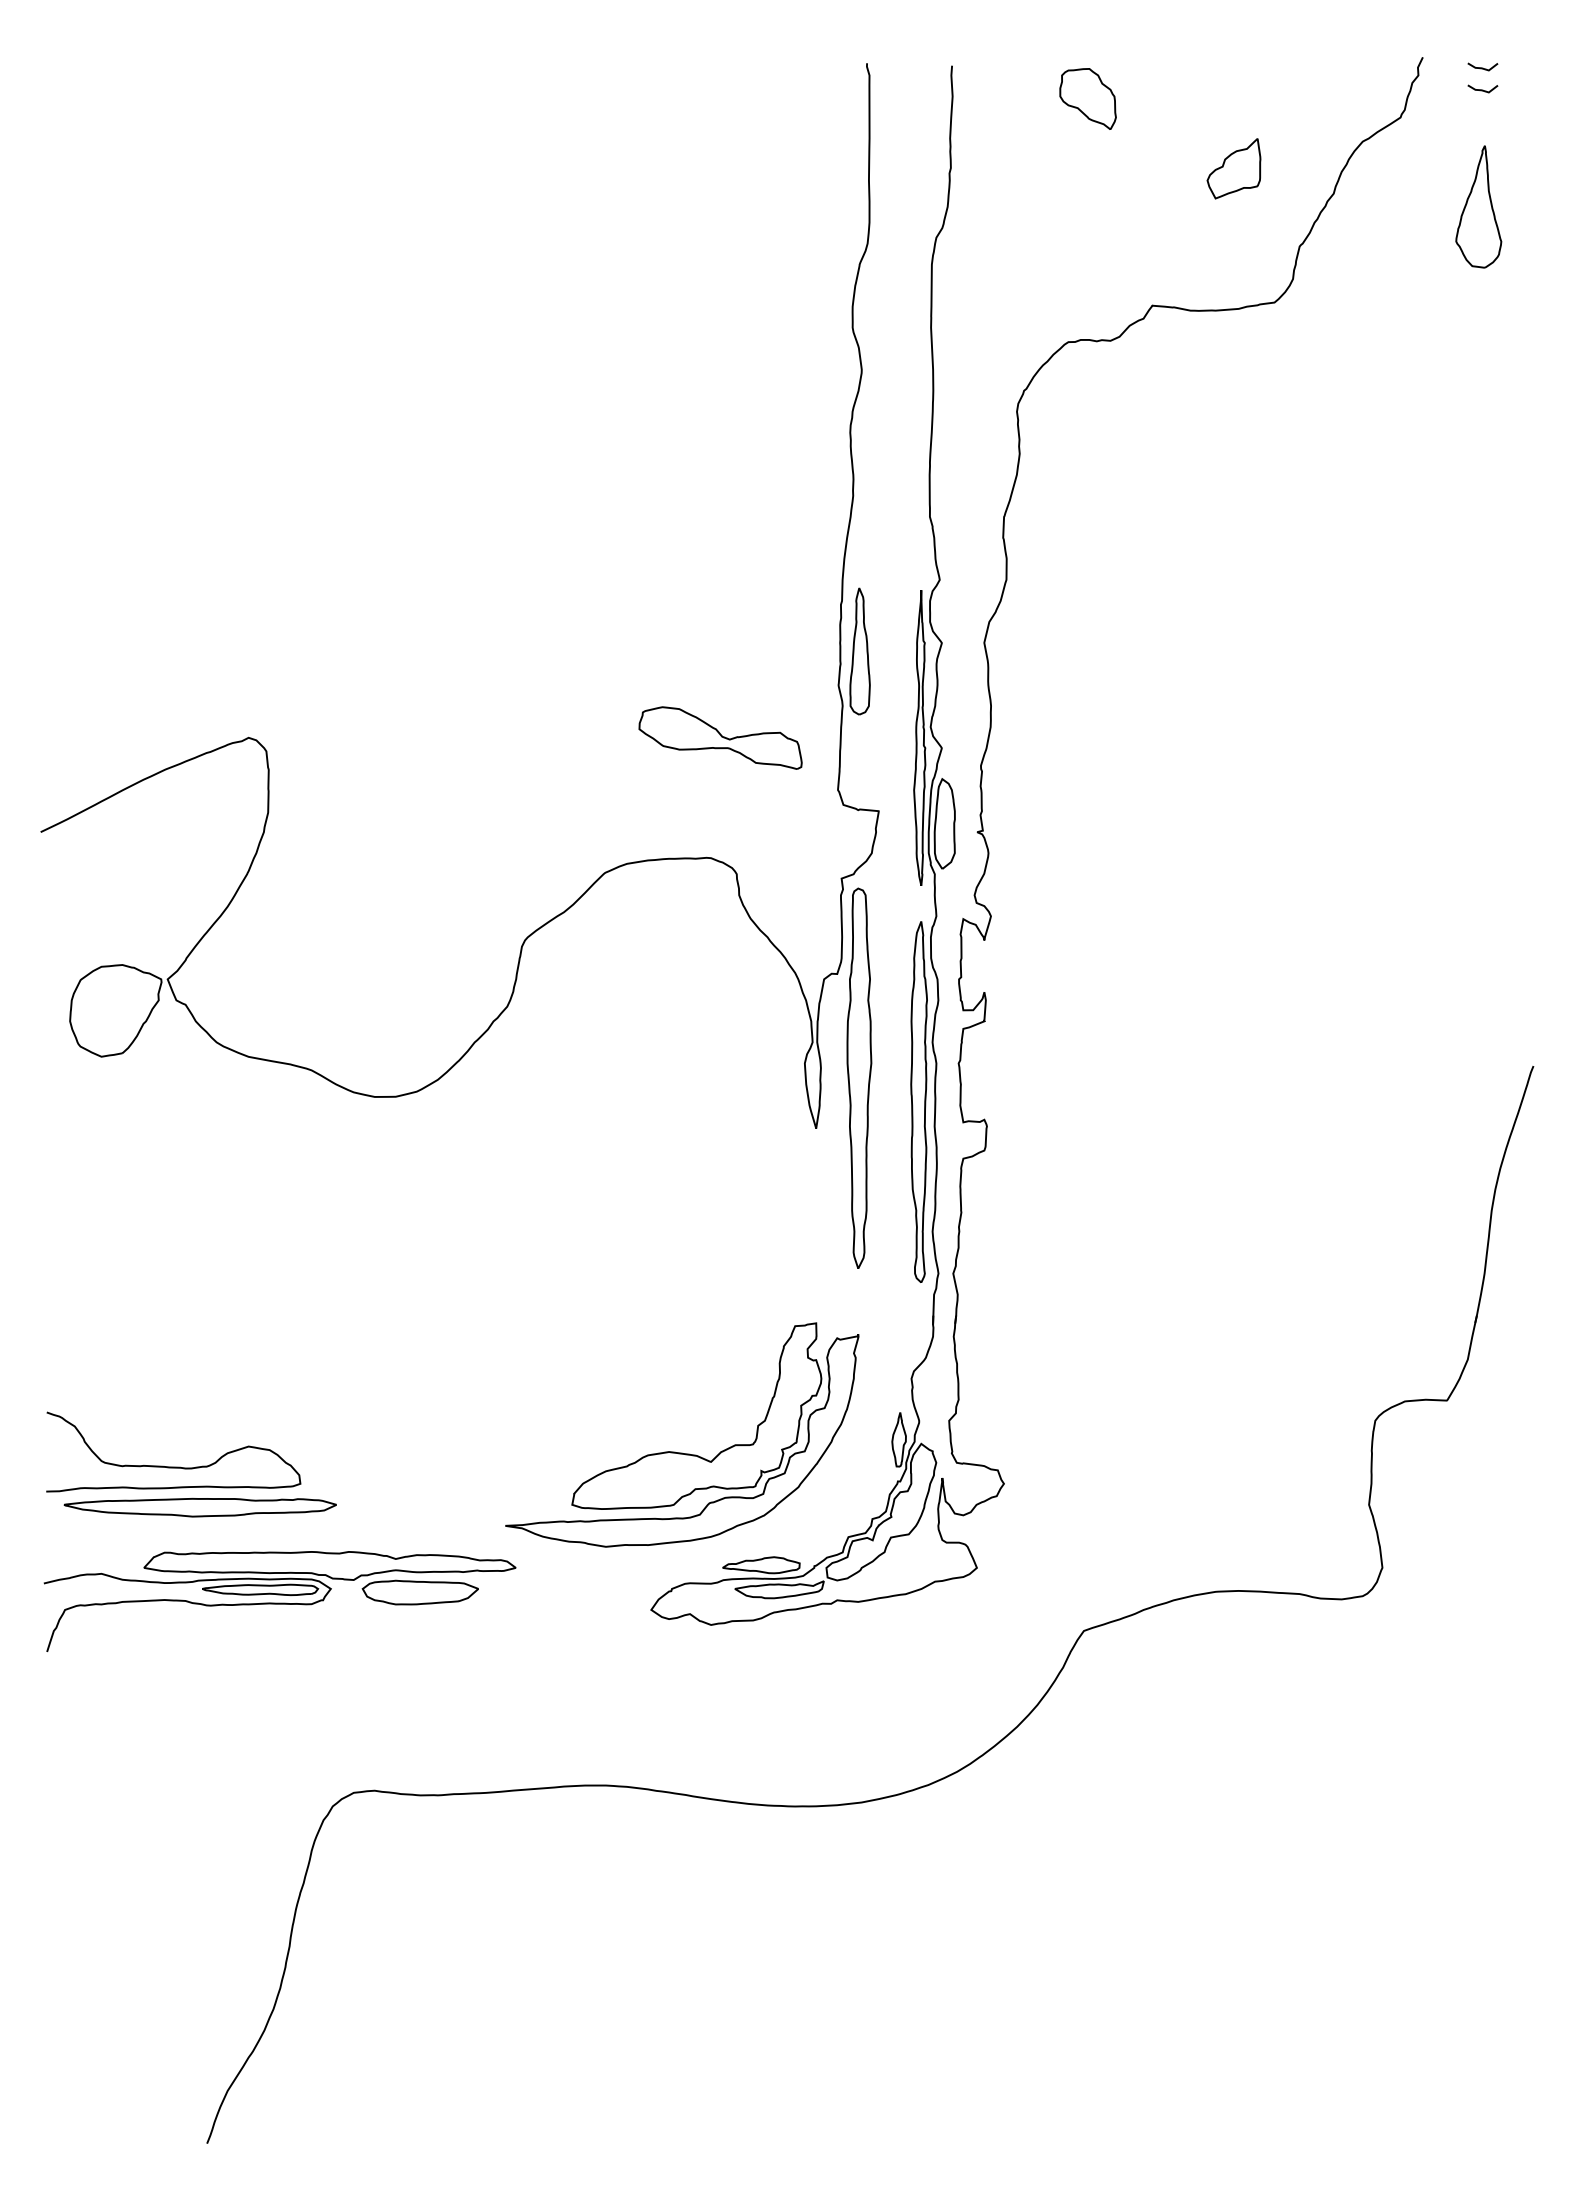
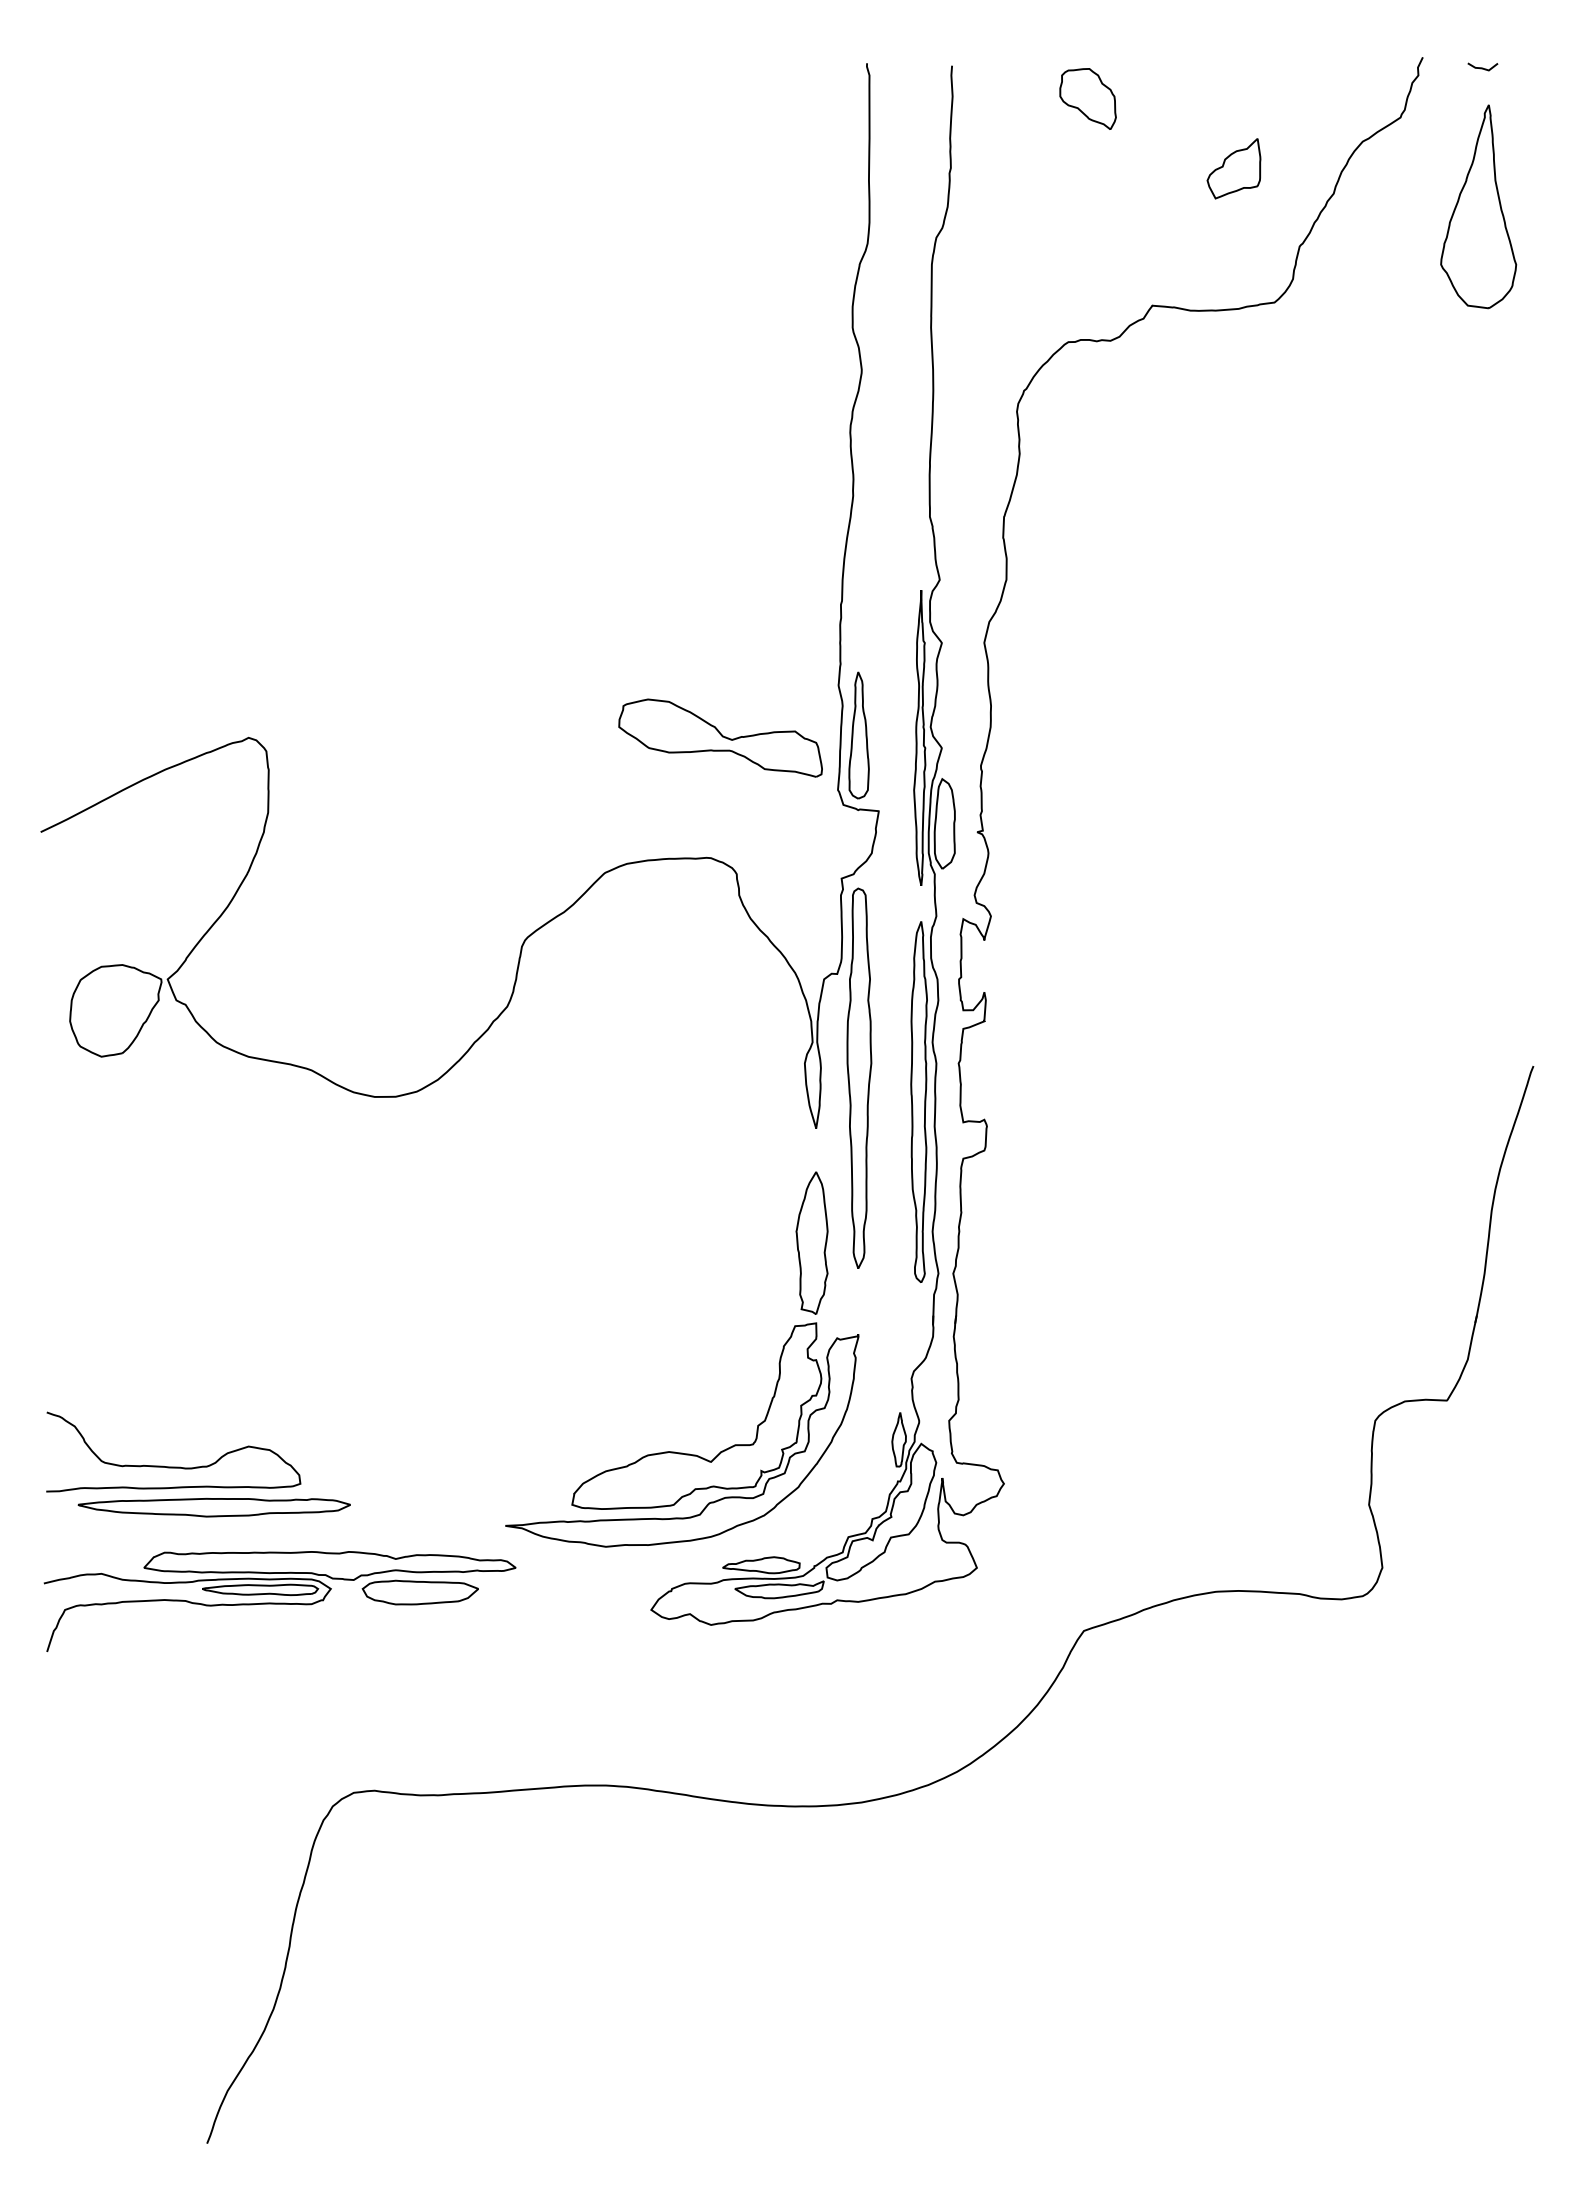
line at (1482, 89): present -> none
part at (1478, 206) size: 48x124 px -> 78x206 px
part at (859, 651) position: (859, 651) -> (858, 735)
part at (720, 737) size: 165x64 px -> 205x80 px
part at (811, 1242): none -> present
part at (199, 1507) position: (199, 1507) -> (213, 1507)
